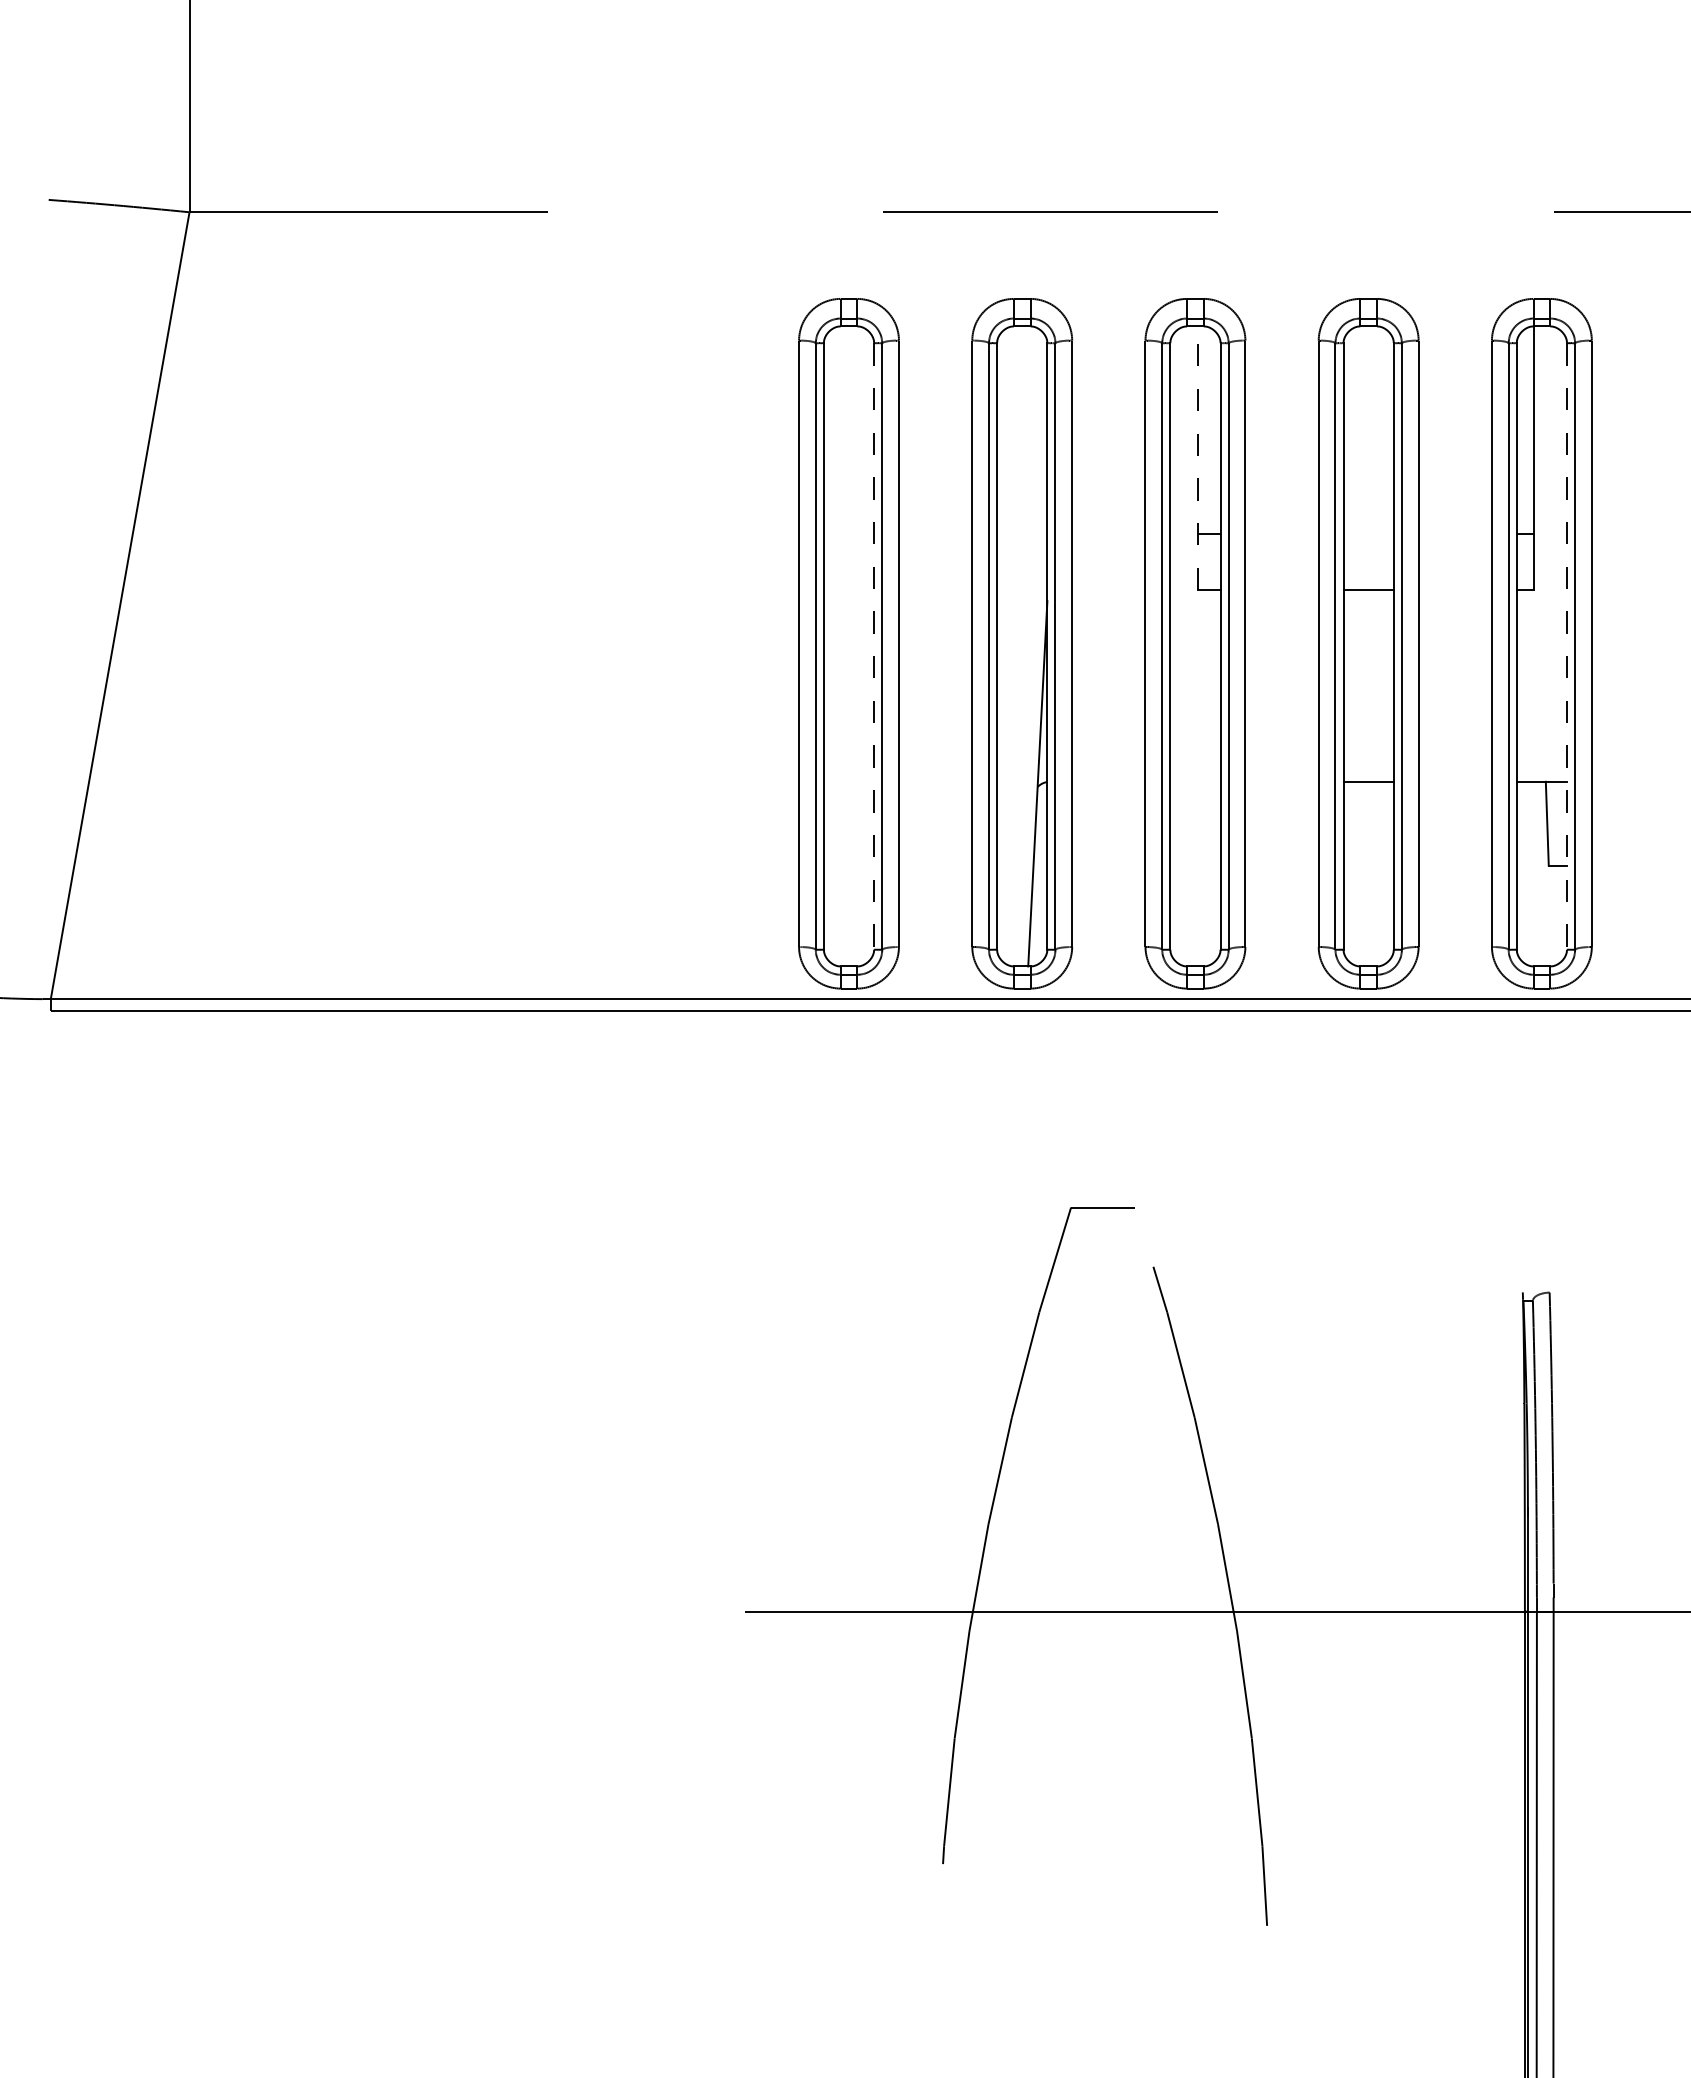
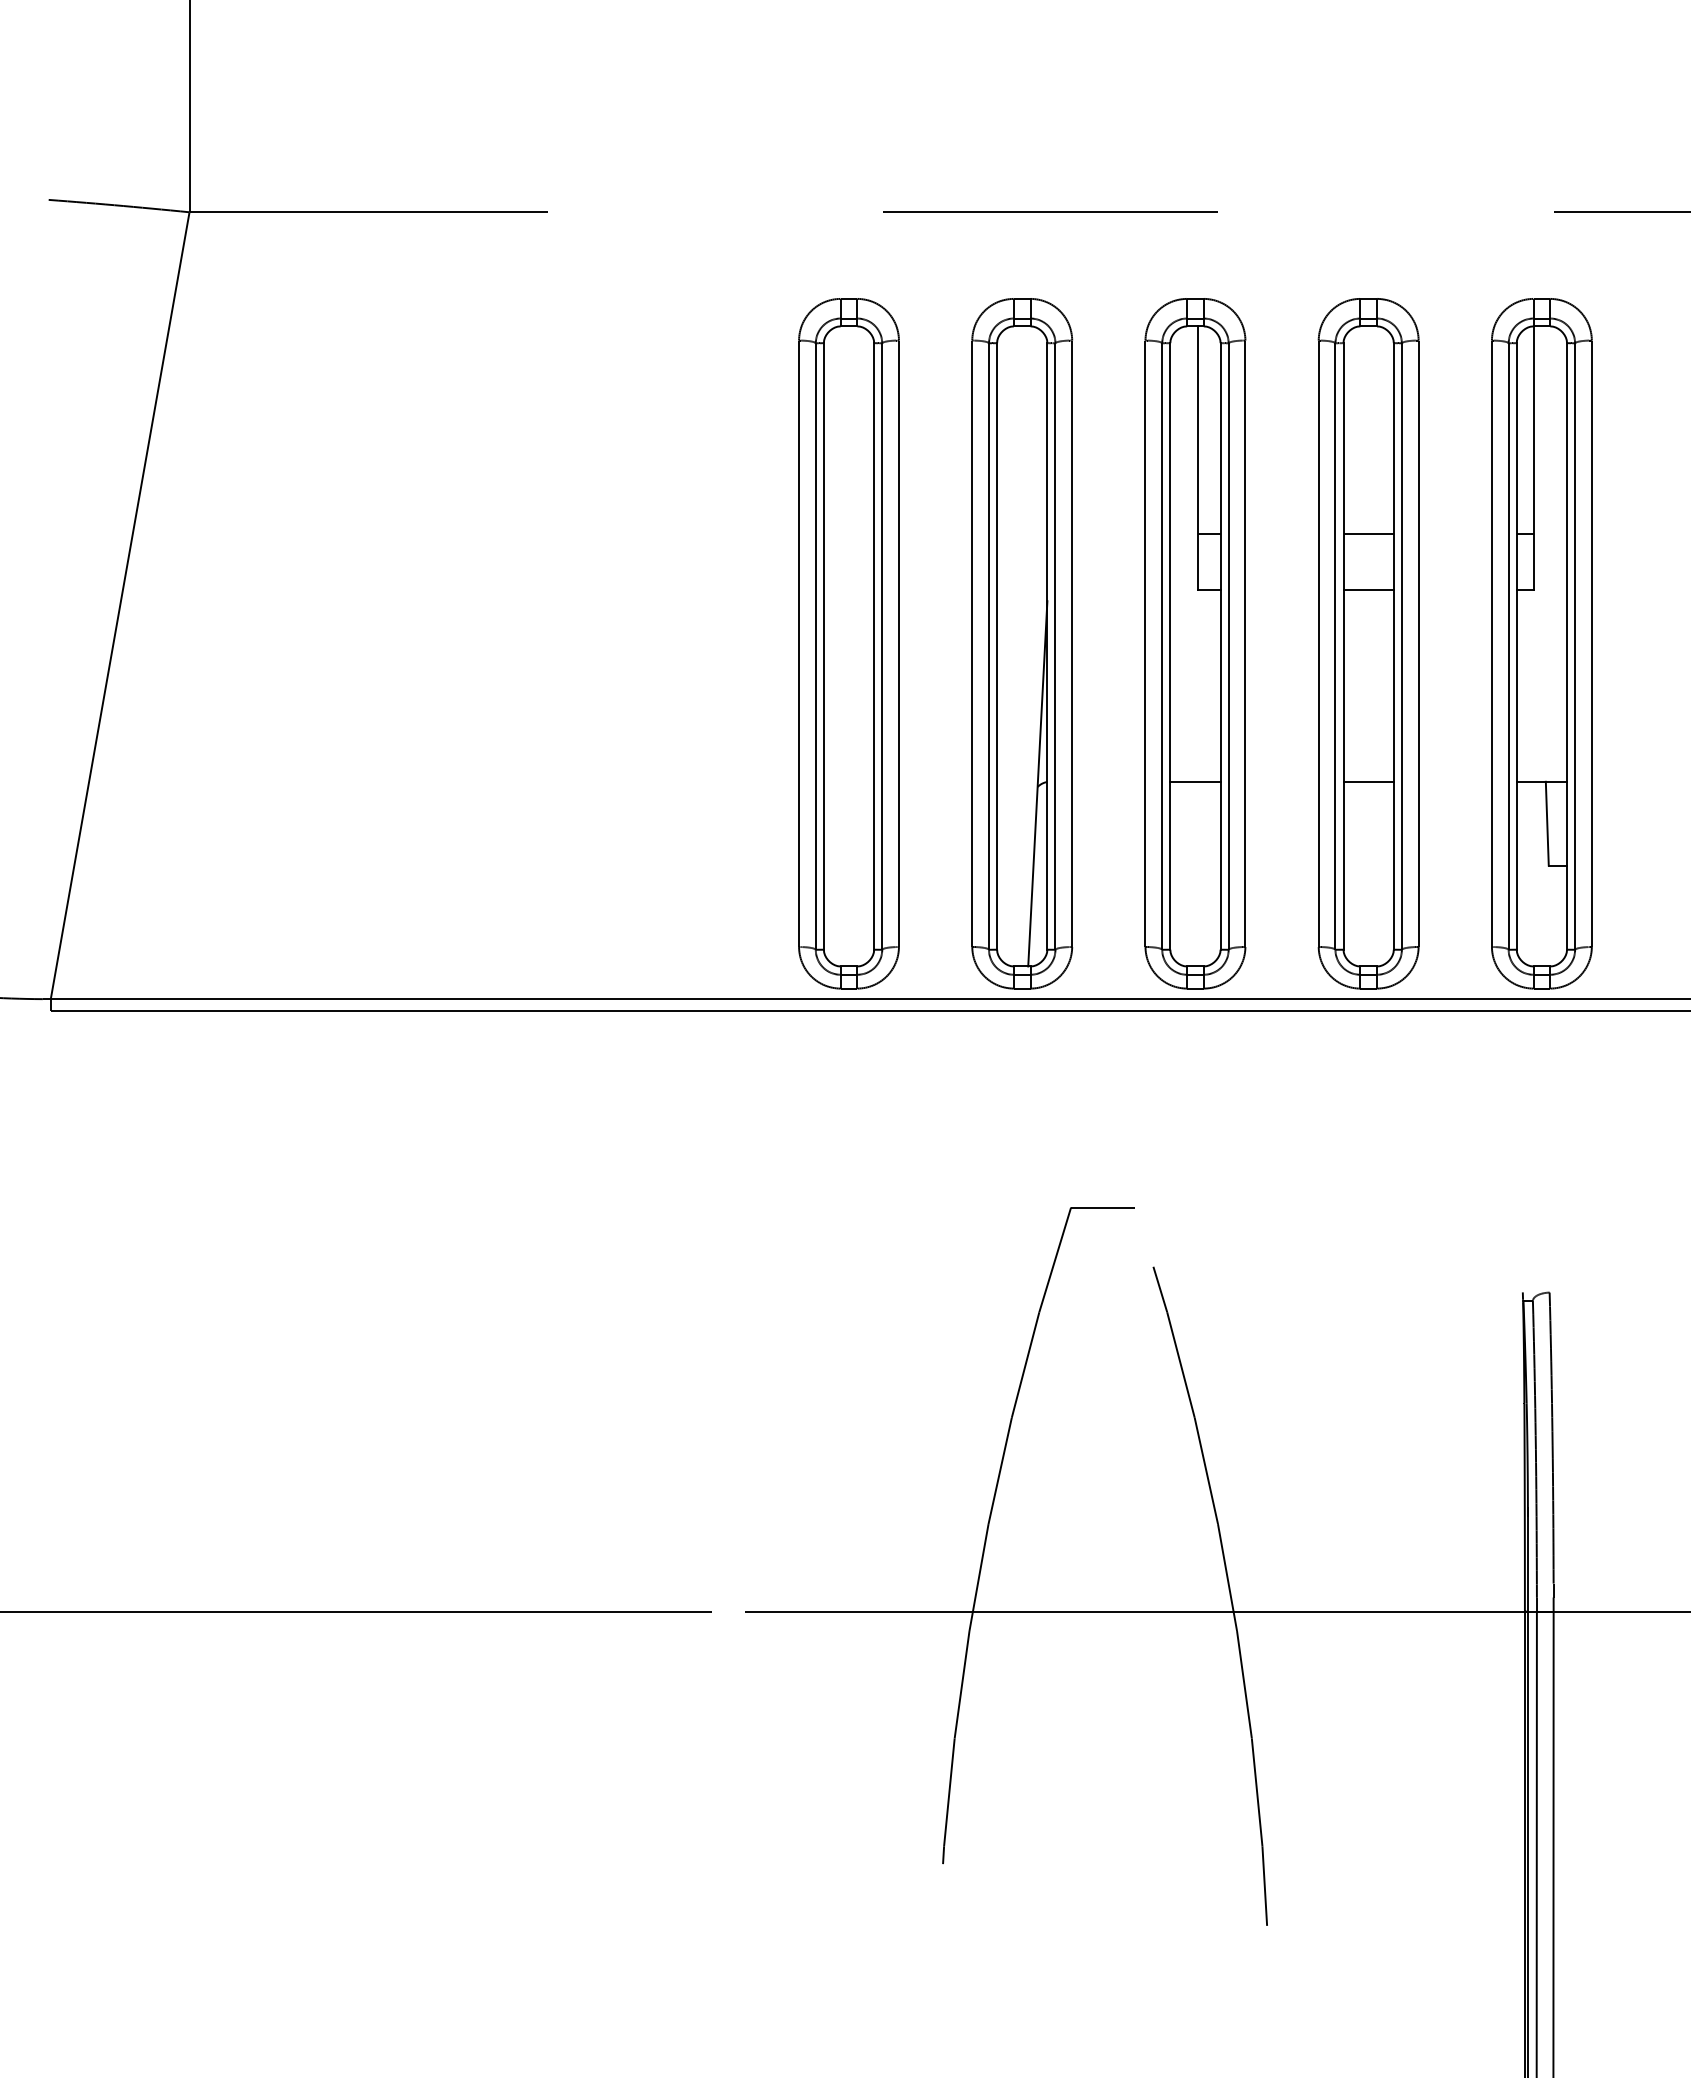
line at (1198, 458): dashed -> solid
line at (1368, 534): none -> present
line at (874, 646): dashed -> solid
line at (1567, 646): dashed -> solid
line at (1195, 781): none -> present
line at (371, 1611): none -> present
